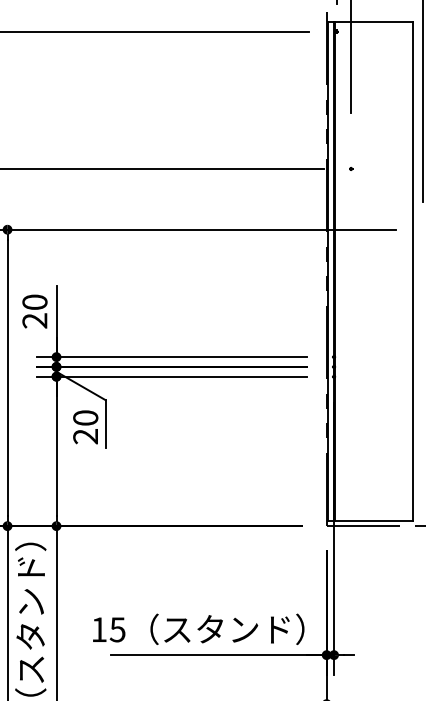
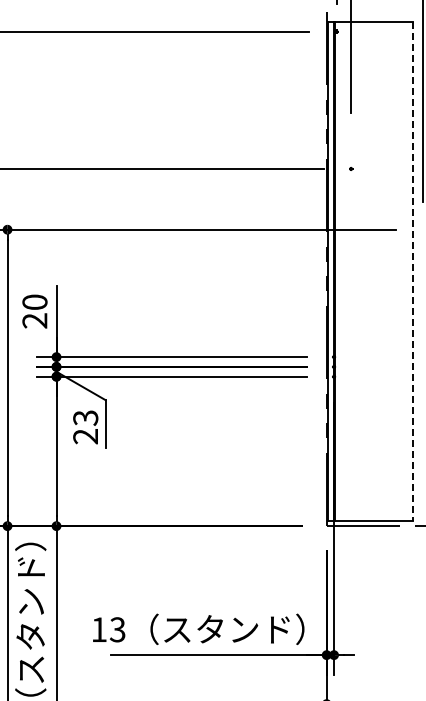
line at (412, 271): solid -> dashed
text at (85, 417): 20 -> 23
text at (117, 629): 15 -> 13
